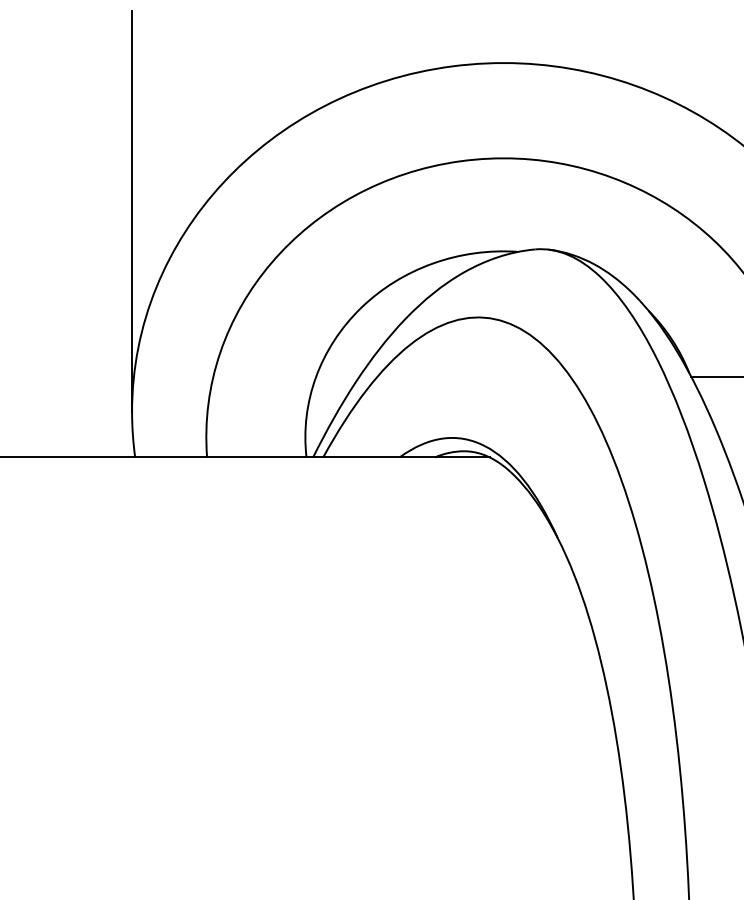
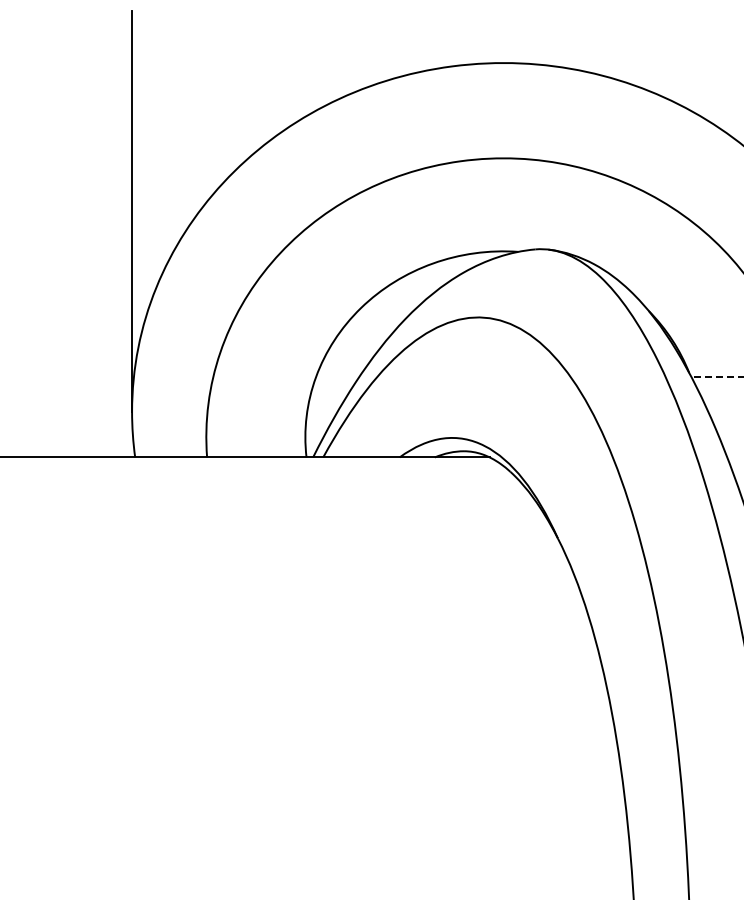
line at (717, 377): solid -> dashed
